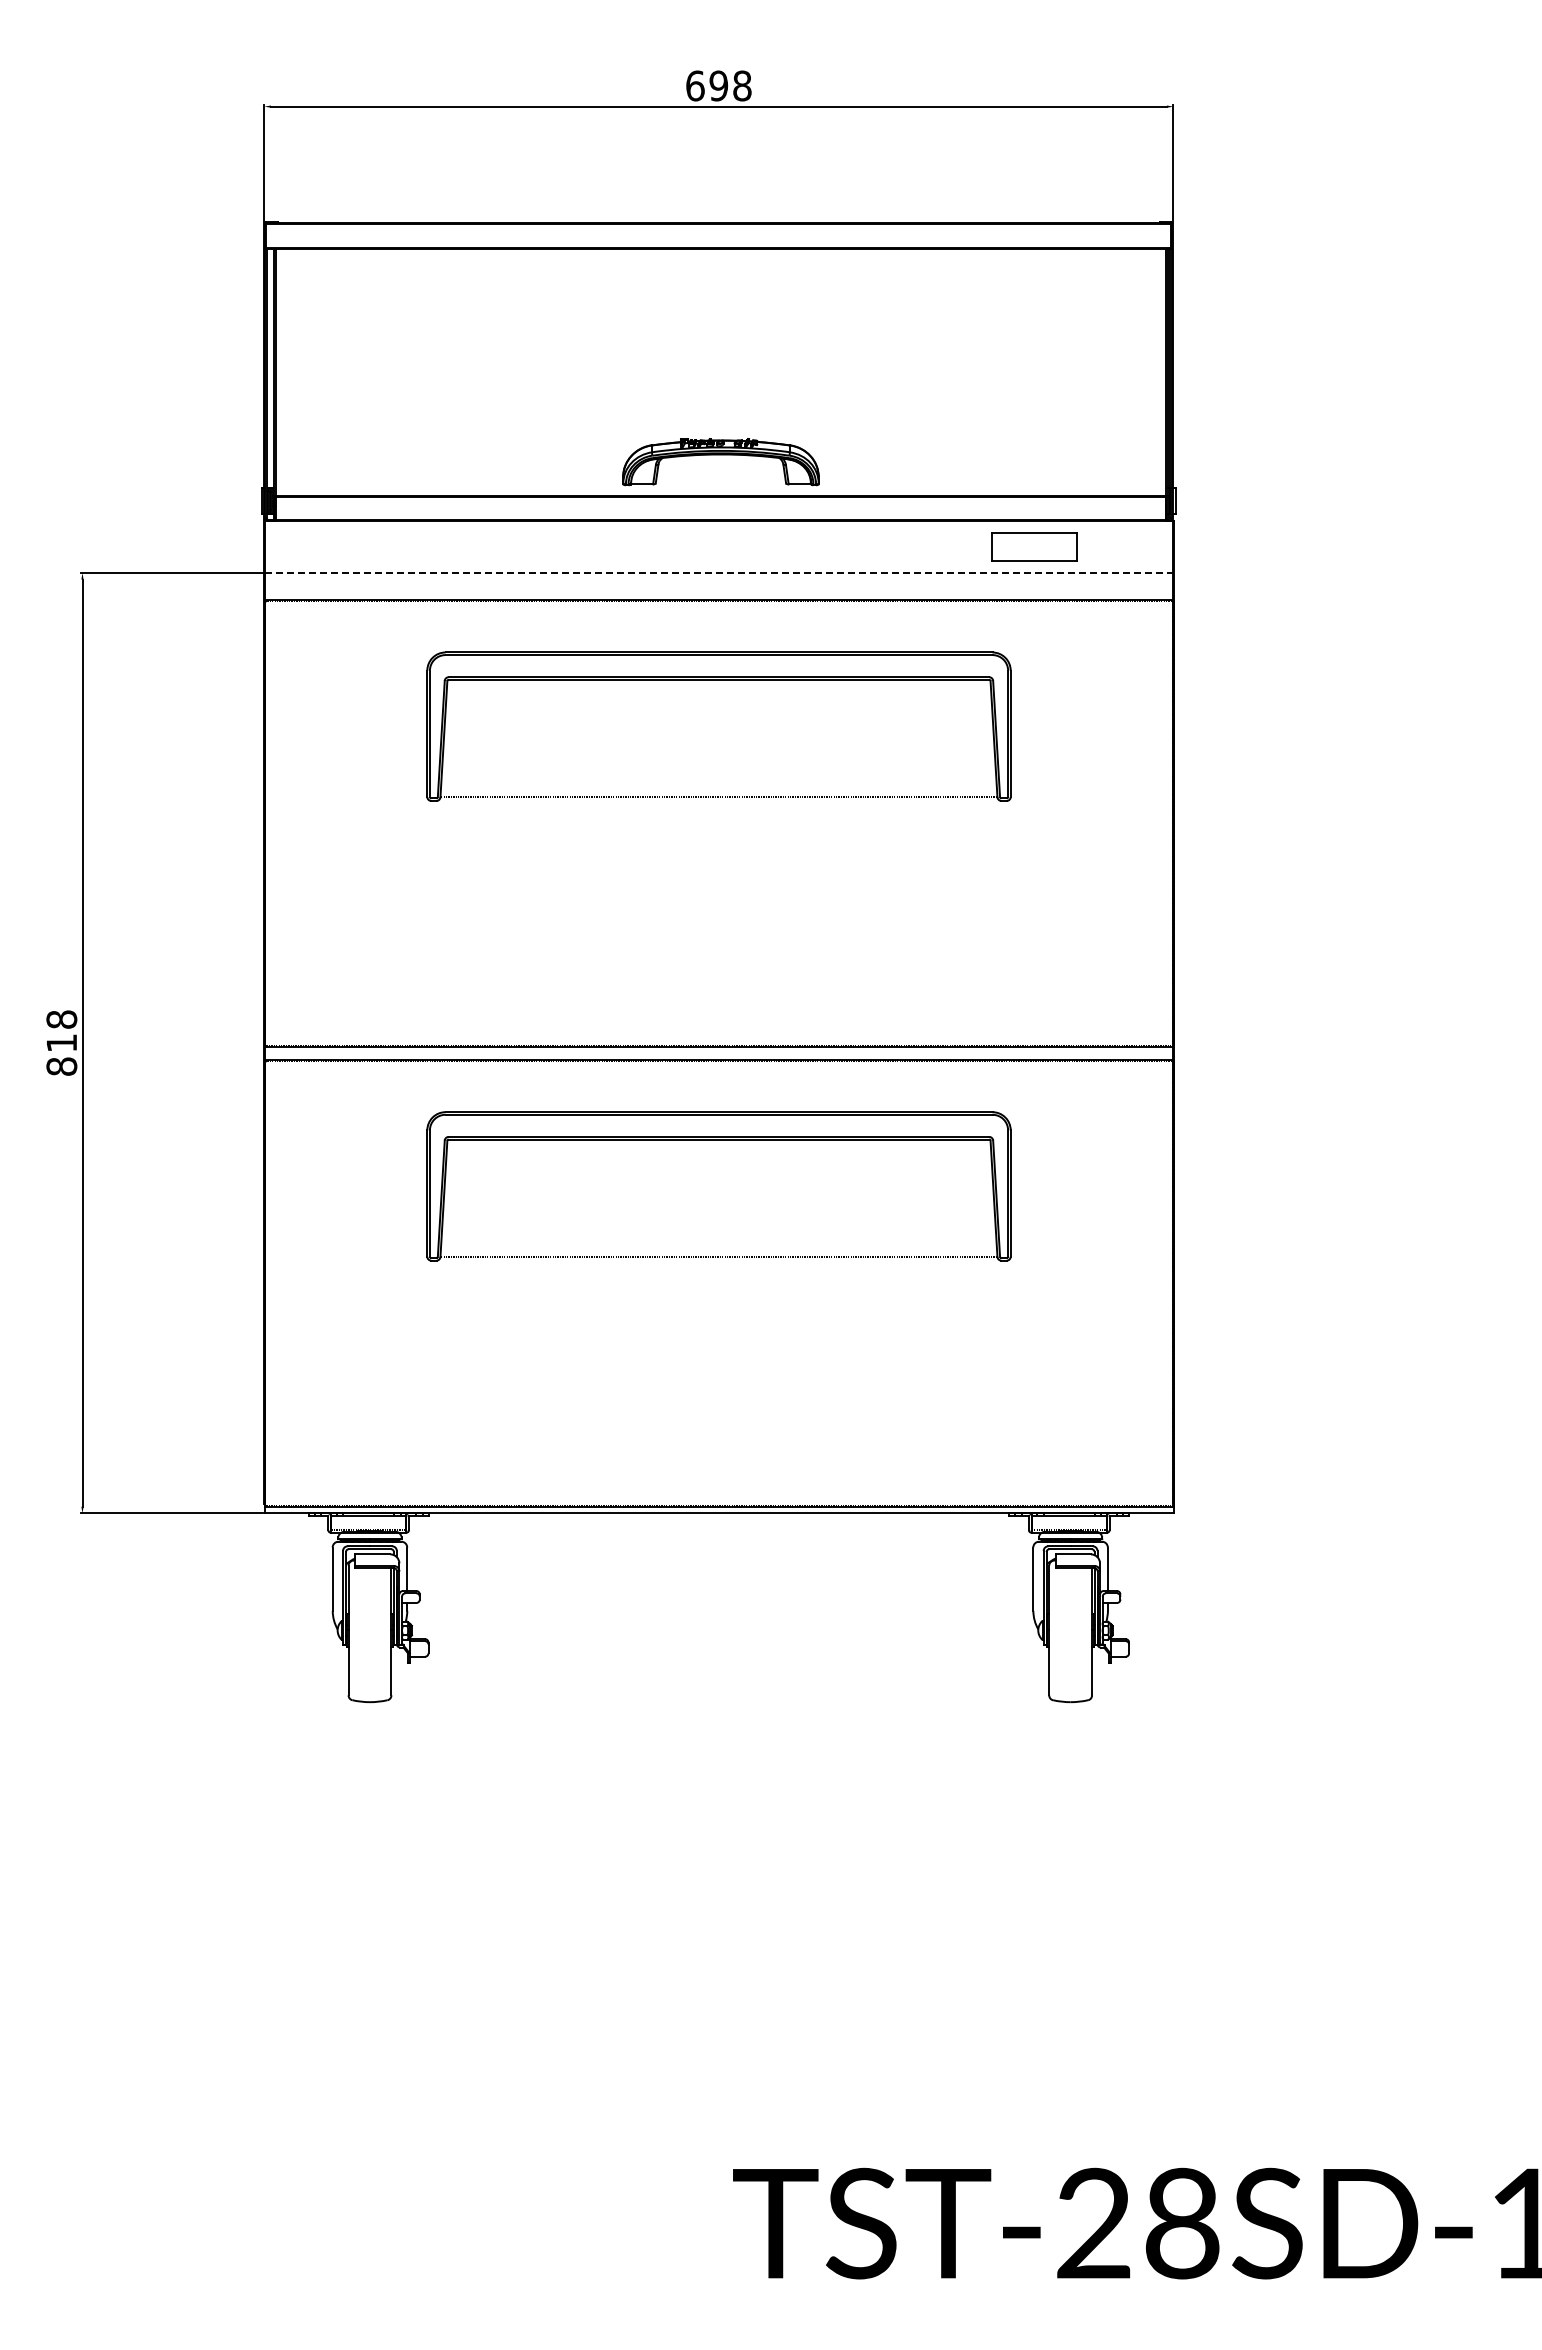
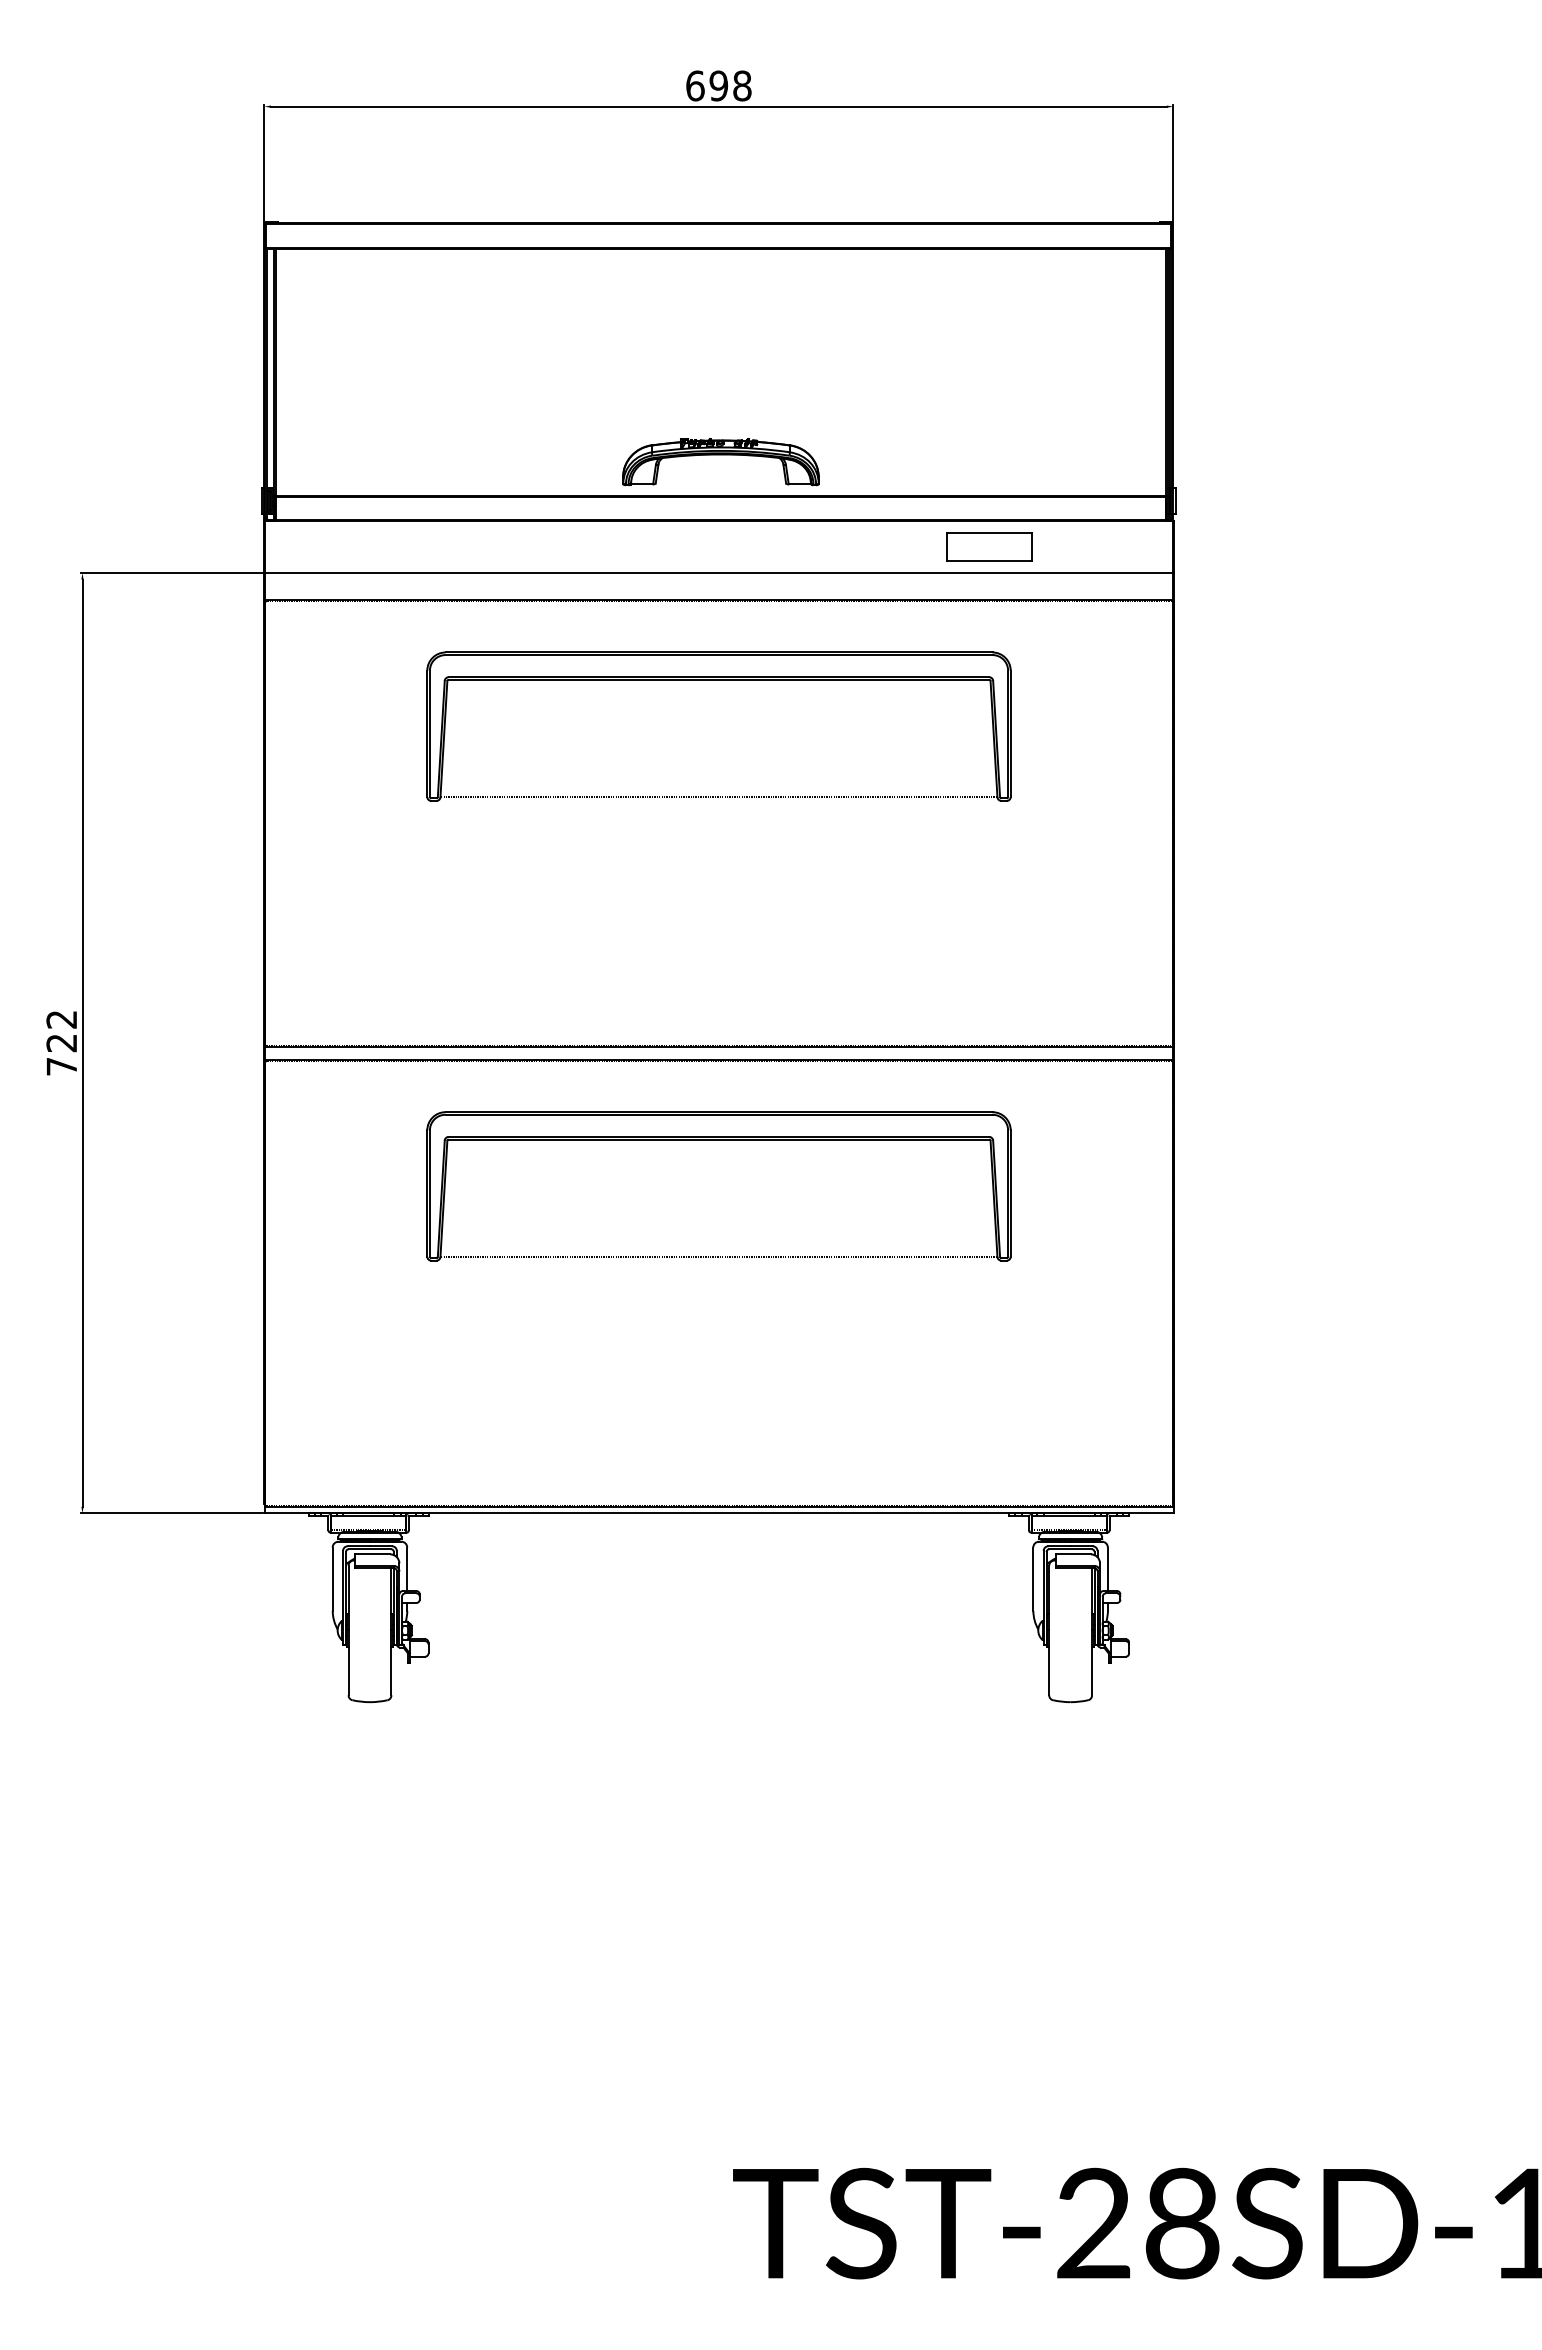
part at (1034, 546) position: (1034, 546) -> (989, 546)
line at (719, 572): dashed -> solid
text at (61, 1042): 818 -> 722
